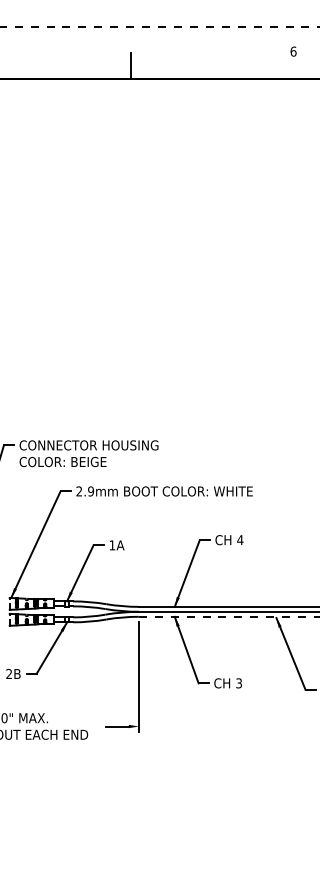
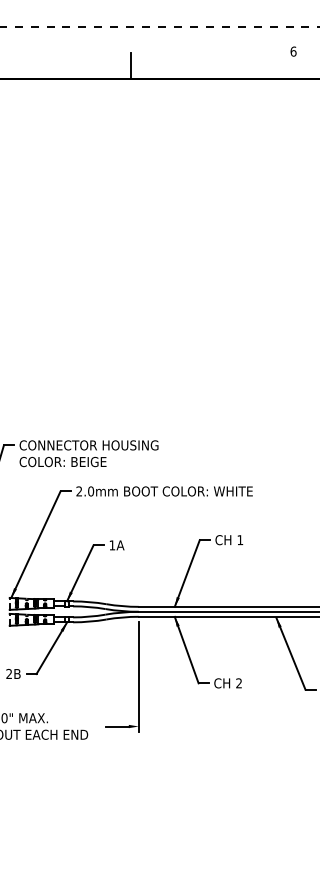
text at (90, 491): 2.9mm -> 2.0mm
text at (240, 540): 4 -> 1
line at (229, 616): dashed -> solid
text at (238, 683): 3 -> 2
